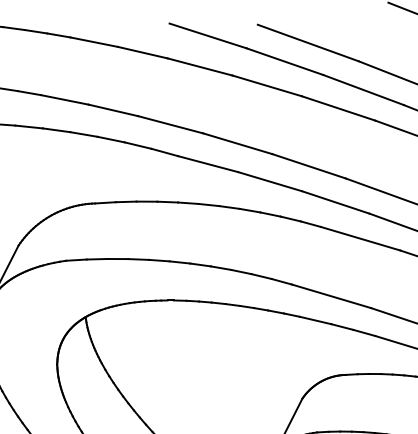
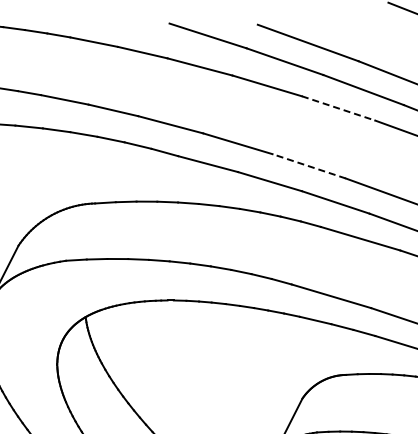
line at (338, 108): solid -> dashed
line at (309, 166): solid -> dashed
